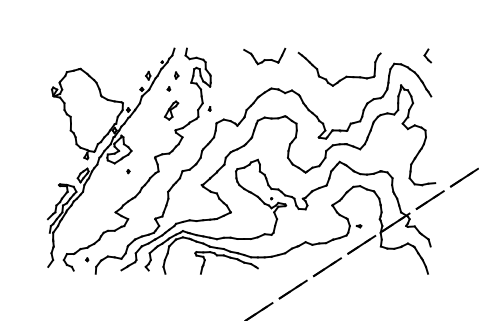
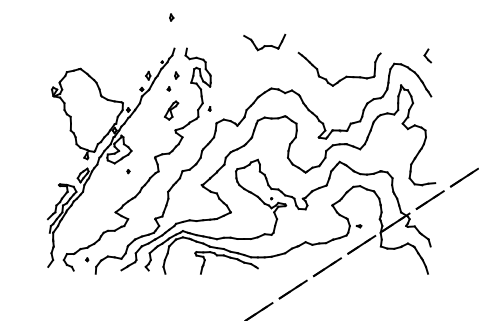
part at (171, 17): none -> present
part at (264, 56) position: (264, 56) -> (264, 42)
